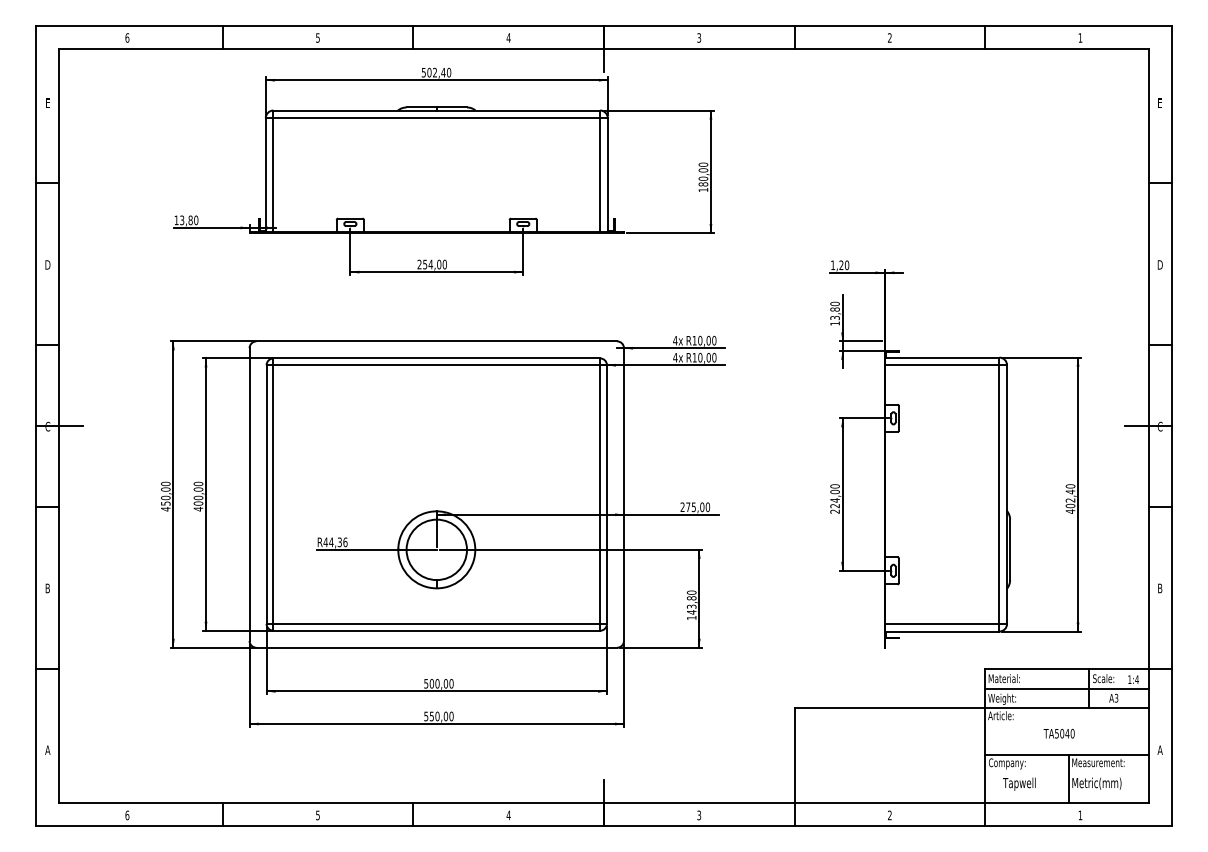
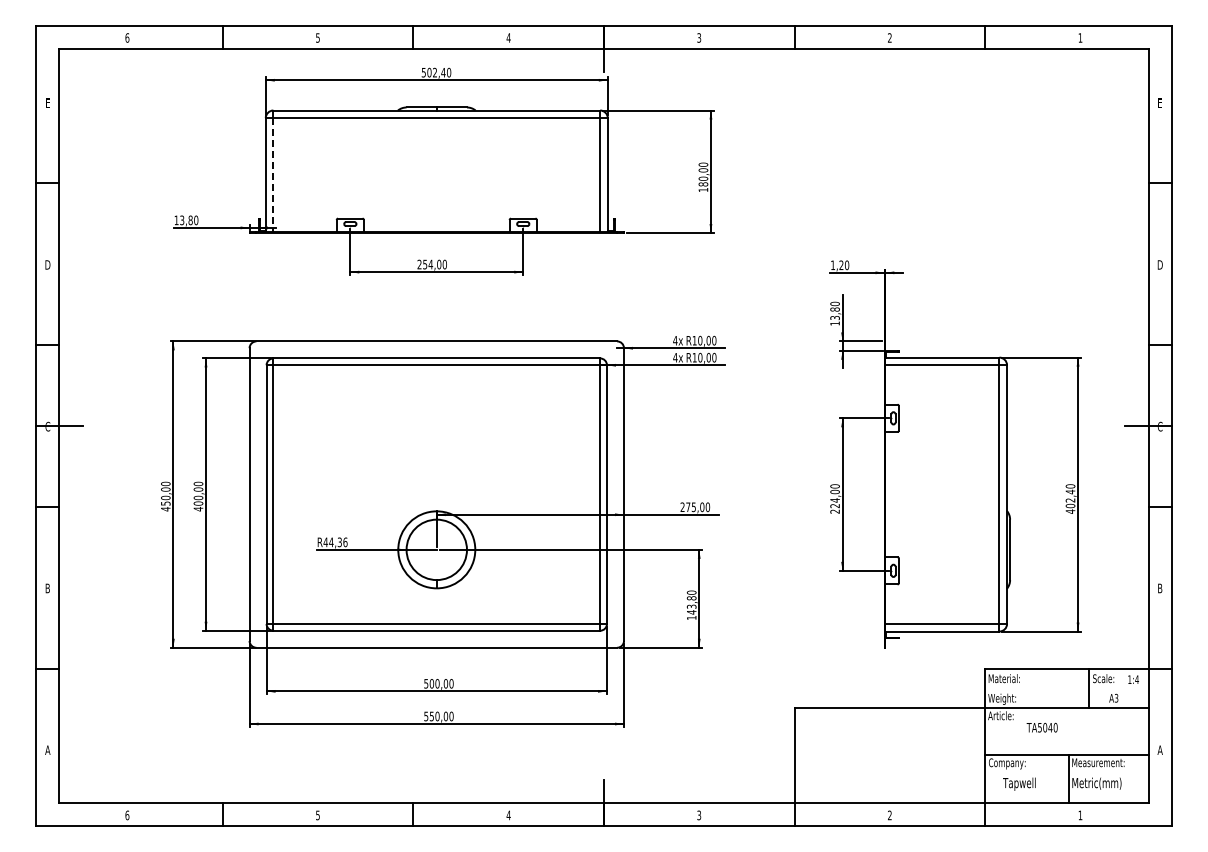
line at (273, 175): solid -> dashed
line at (1066, 688): present -> none
text at (1058, 733) position: (1058, 733) -> (1041, 727)
